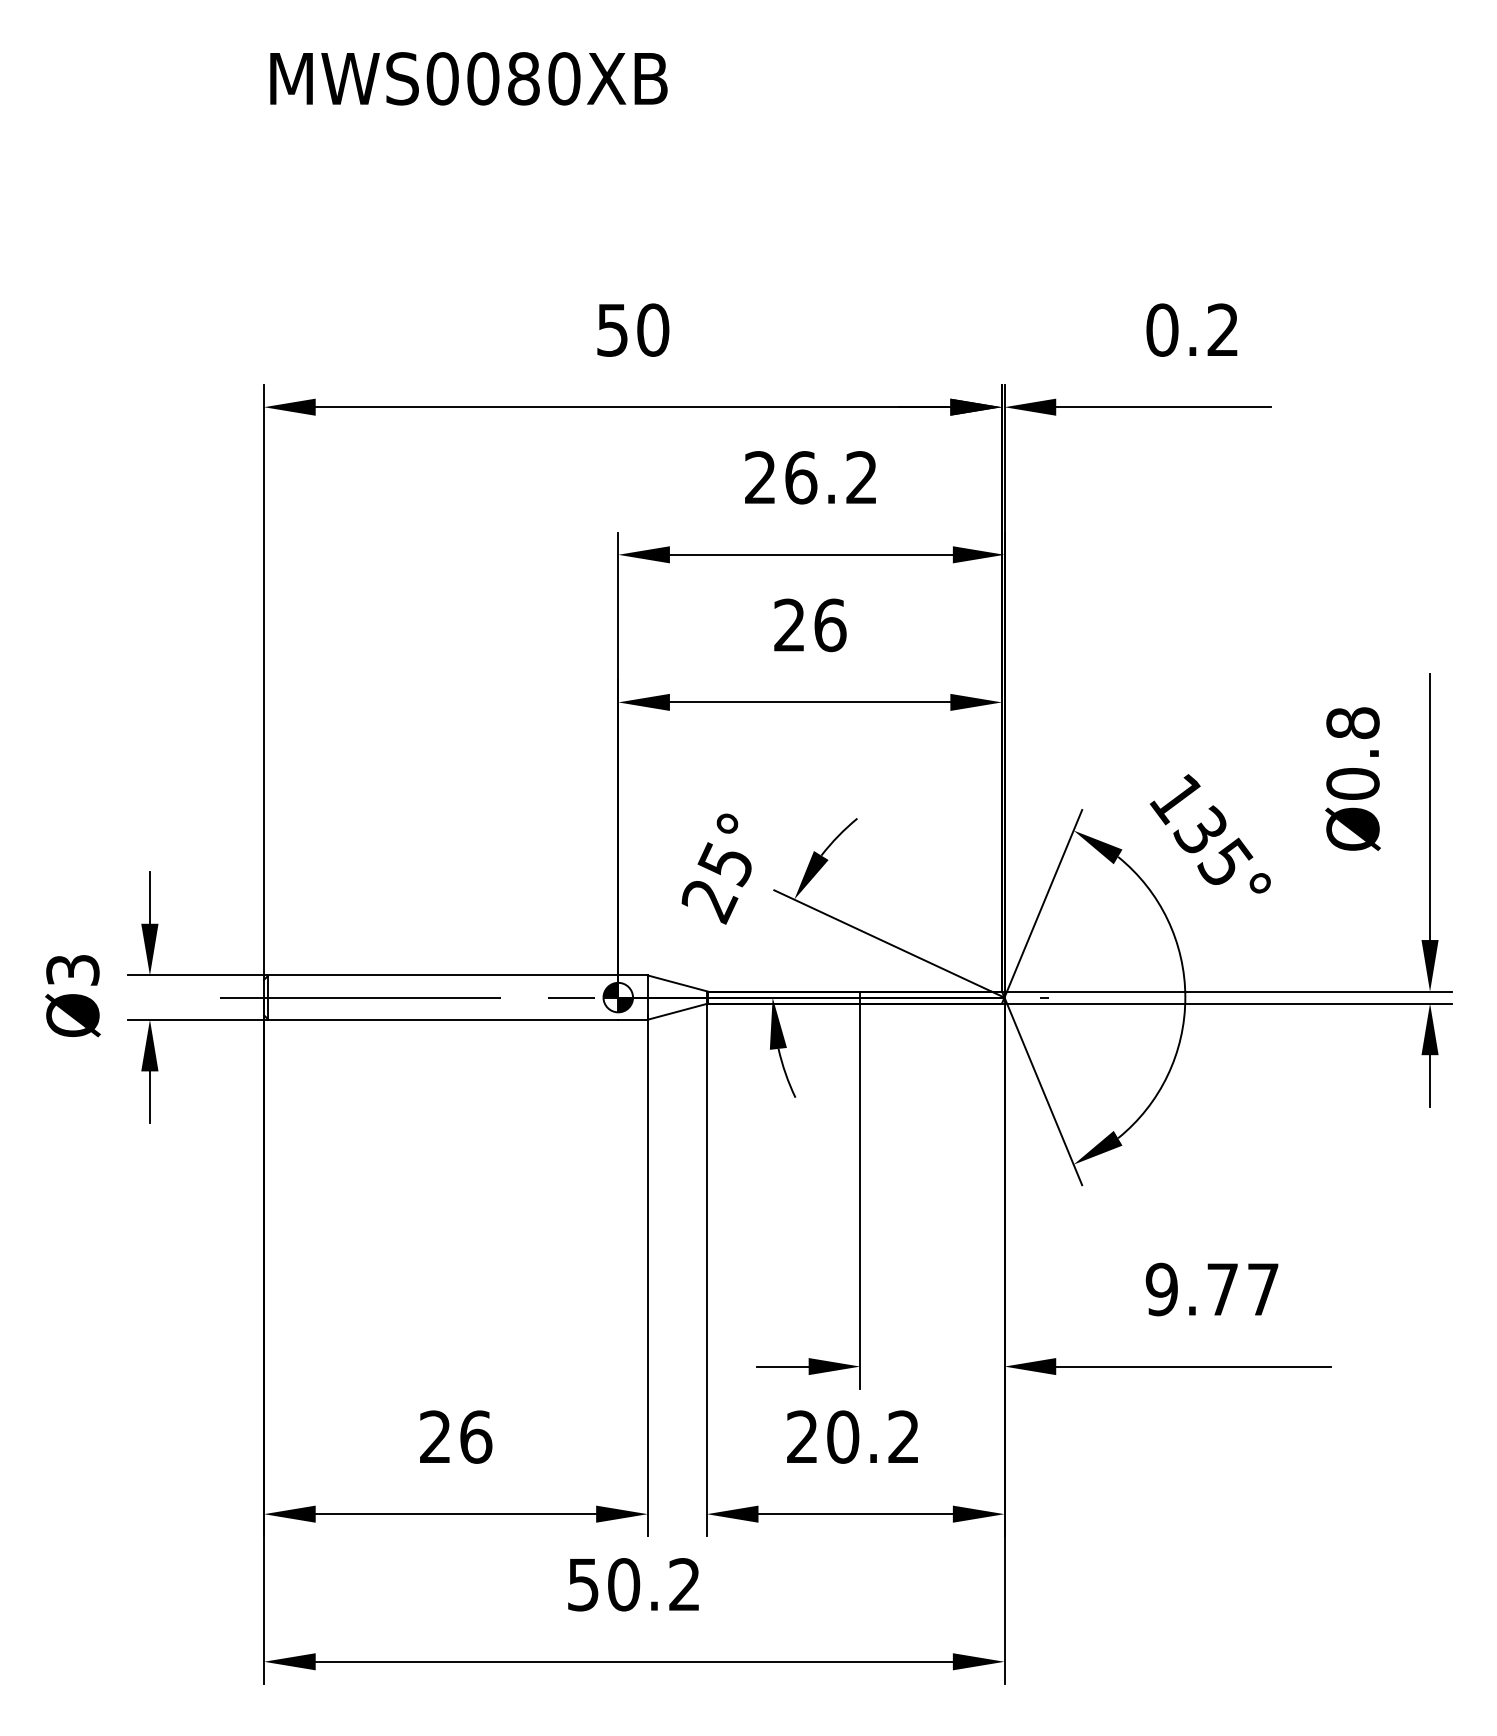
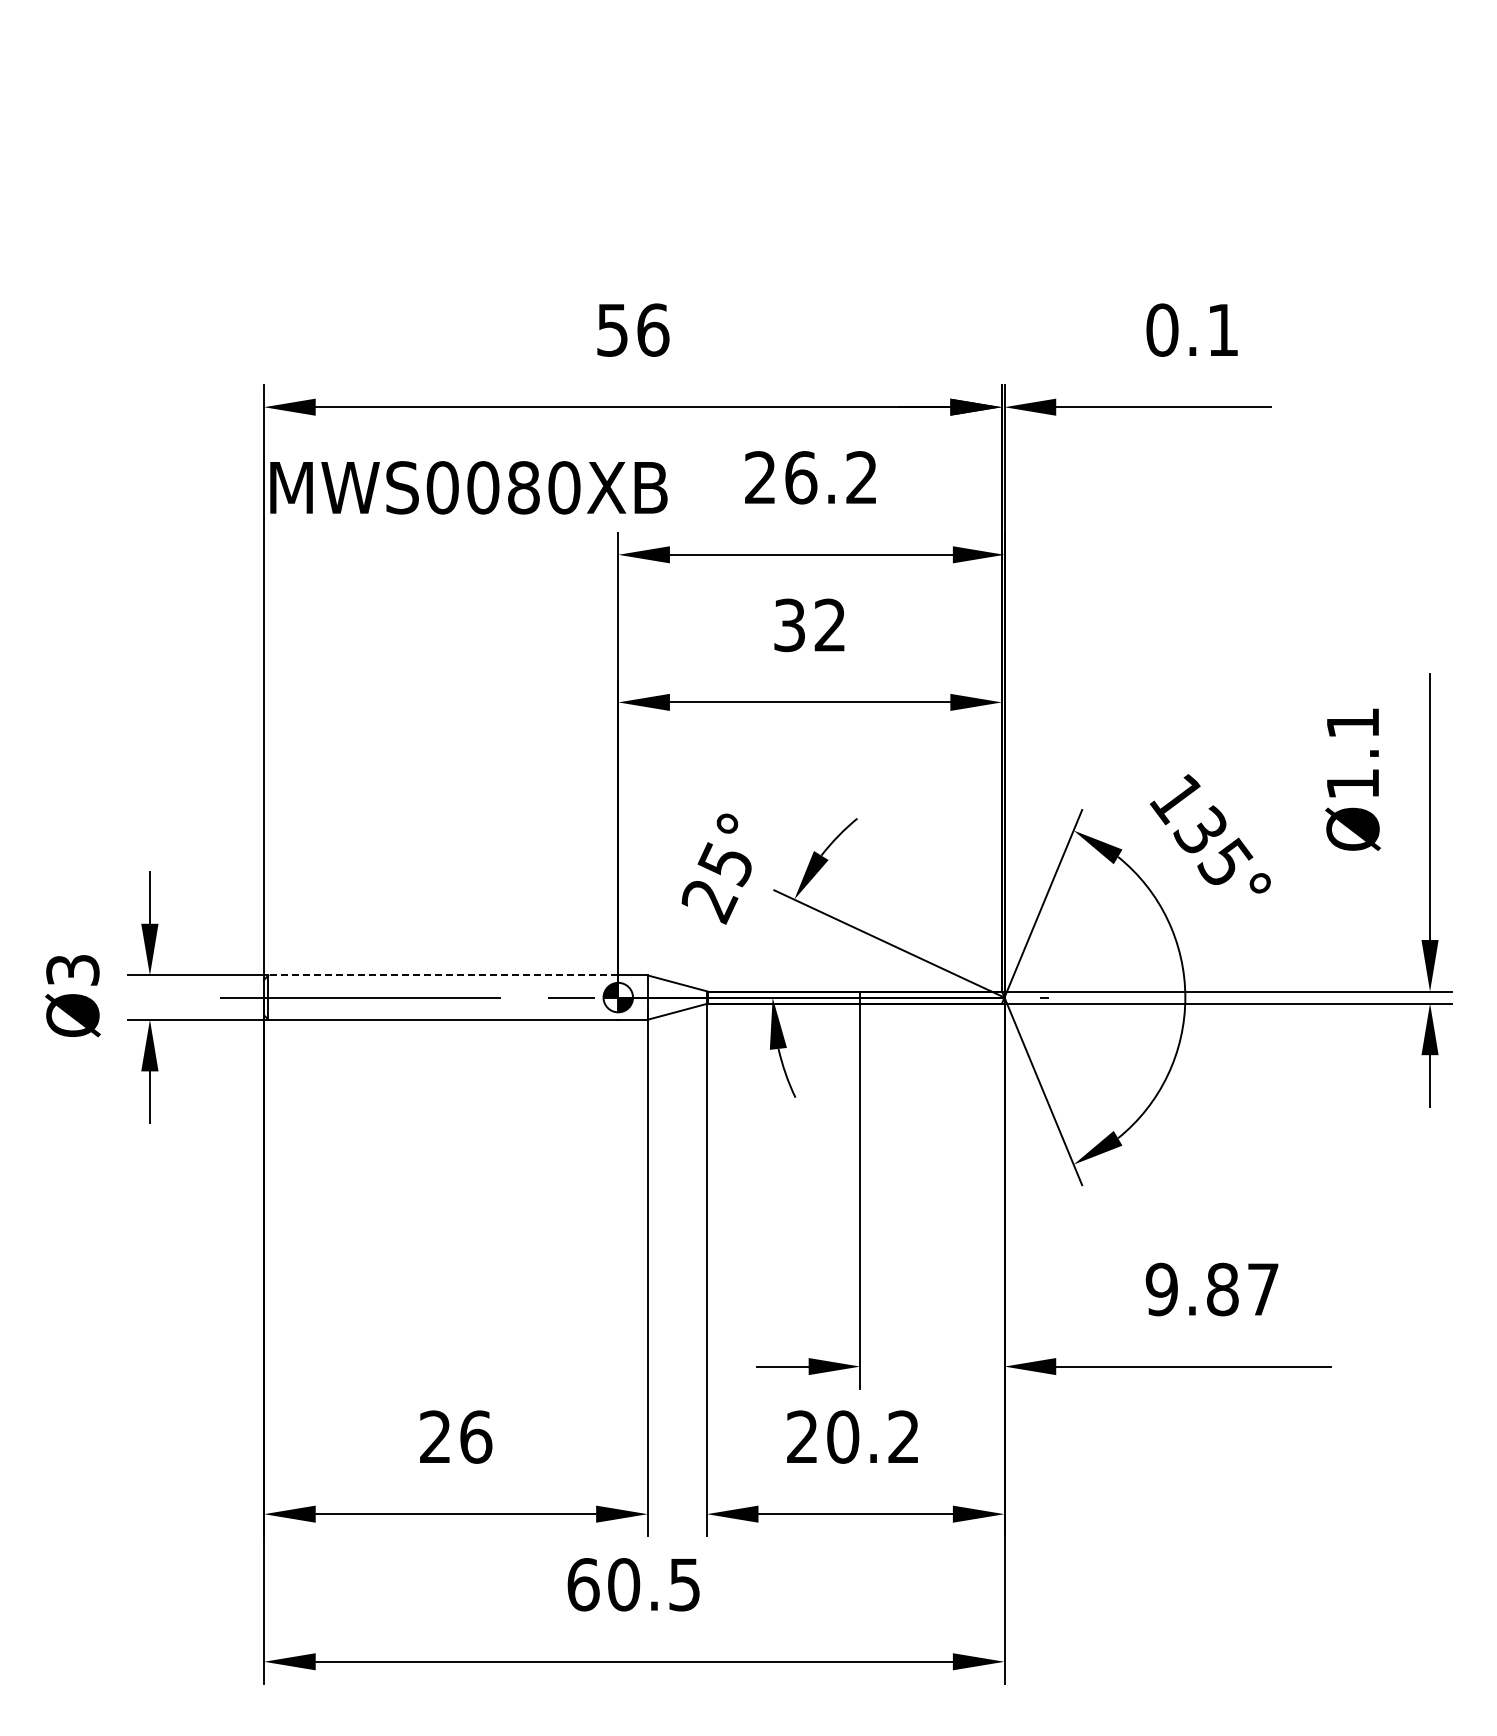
text at (468, 78) position: (468, 78) -> (468, 487)
text at (653, 329): 50 -> 56
text at (1222, 329): 0.2 -> 0.1
text at (810, 625): 26 -> 32
text at (1352, 753): Ø0.8 -> Ø1.1
line at (443, 975): solid -> dashed
text at (1222, 1289): 9.77 -> 9.87
text at (633, 1584): 50.2 -> 60.5
